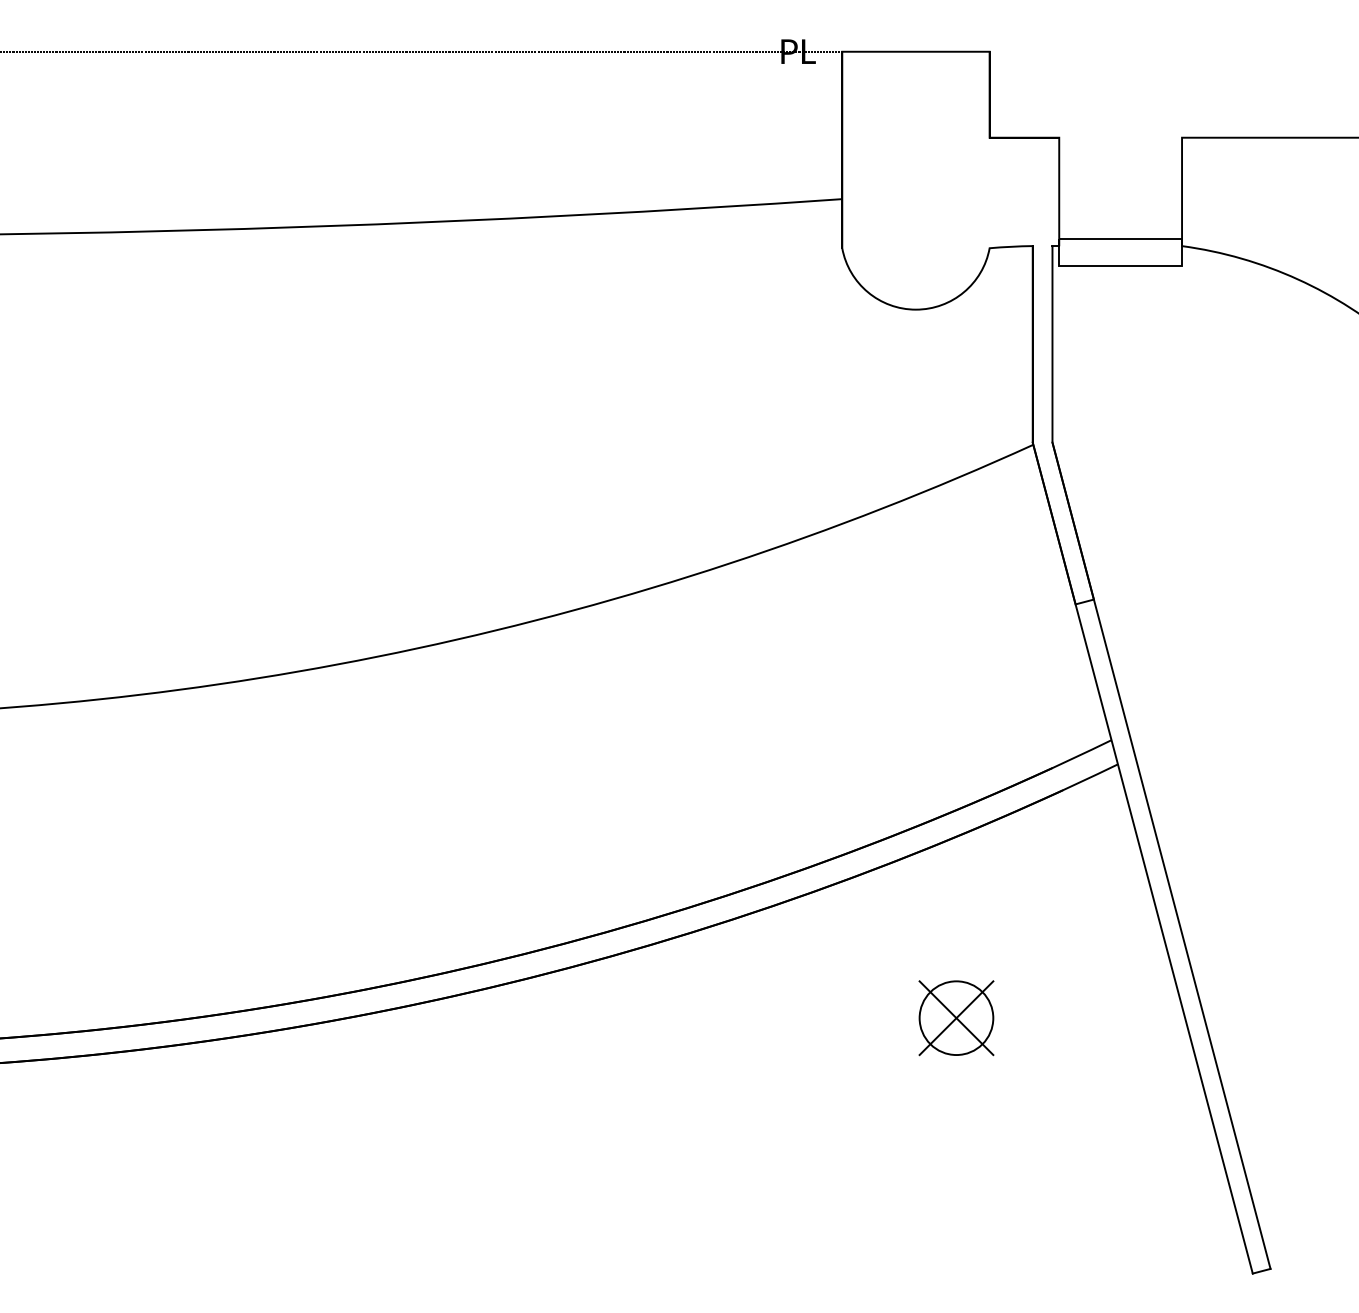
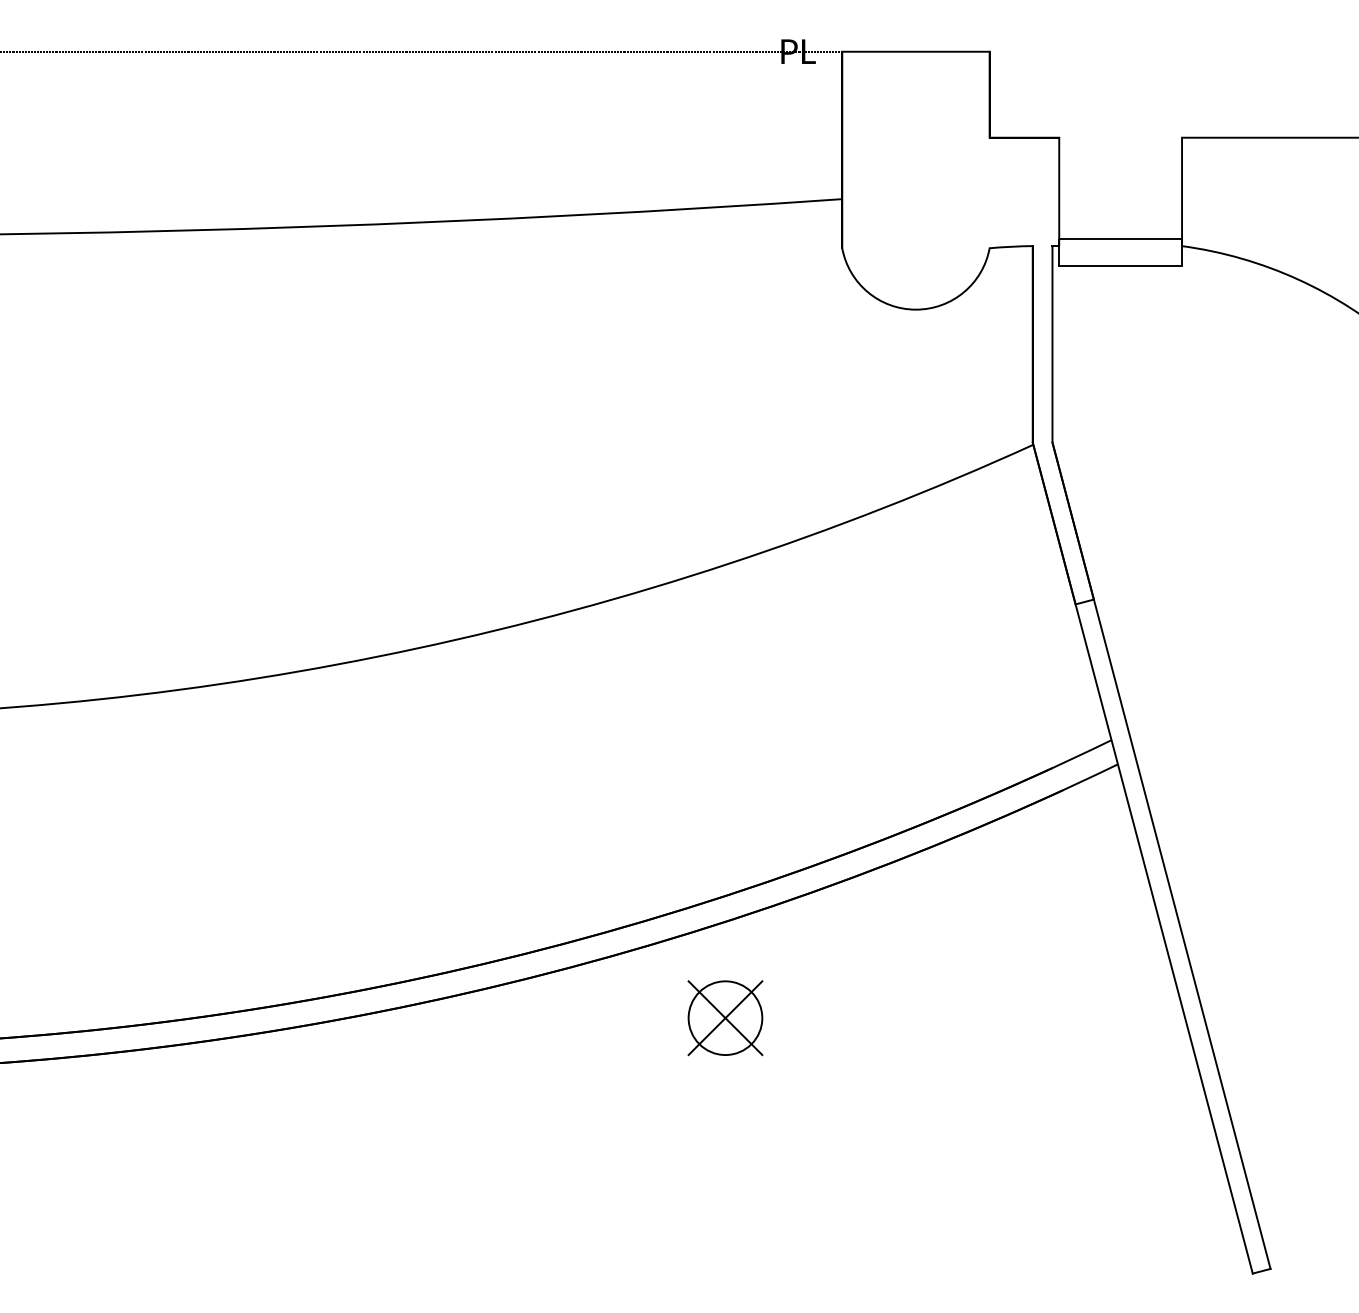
part at (956, 1018) position: (956, 1018) -> (725, 1018)
